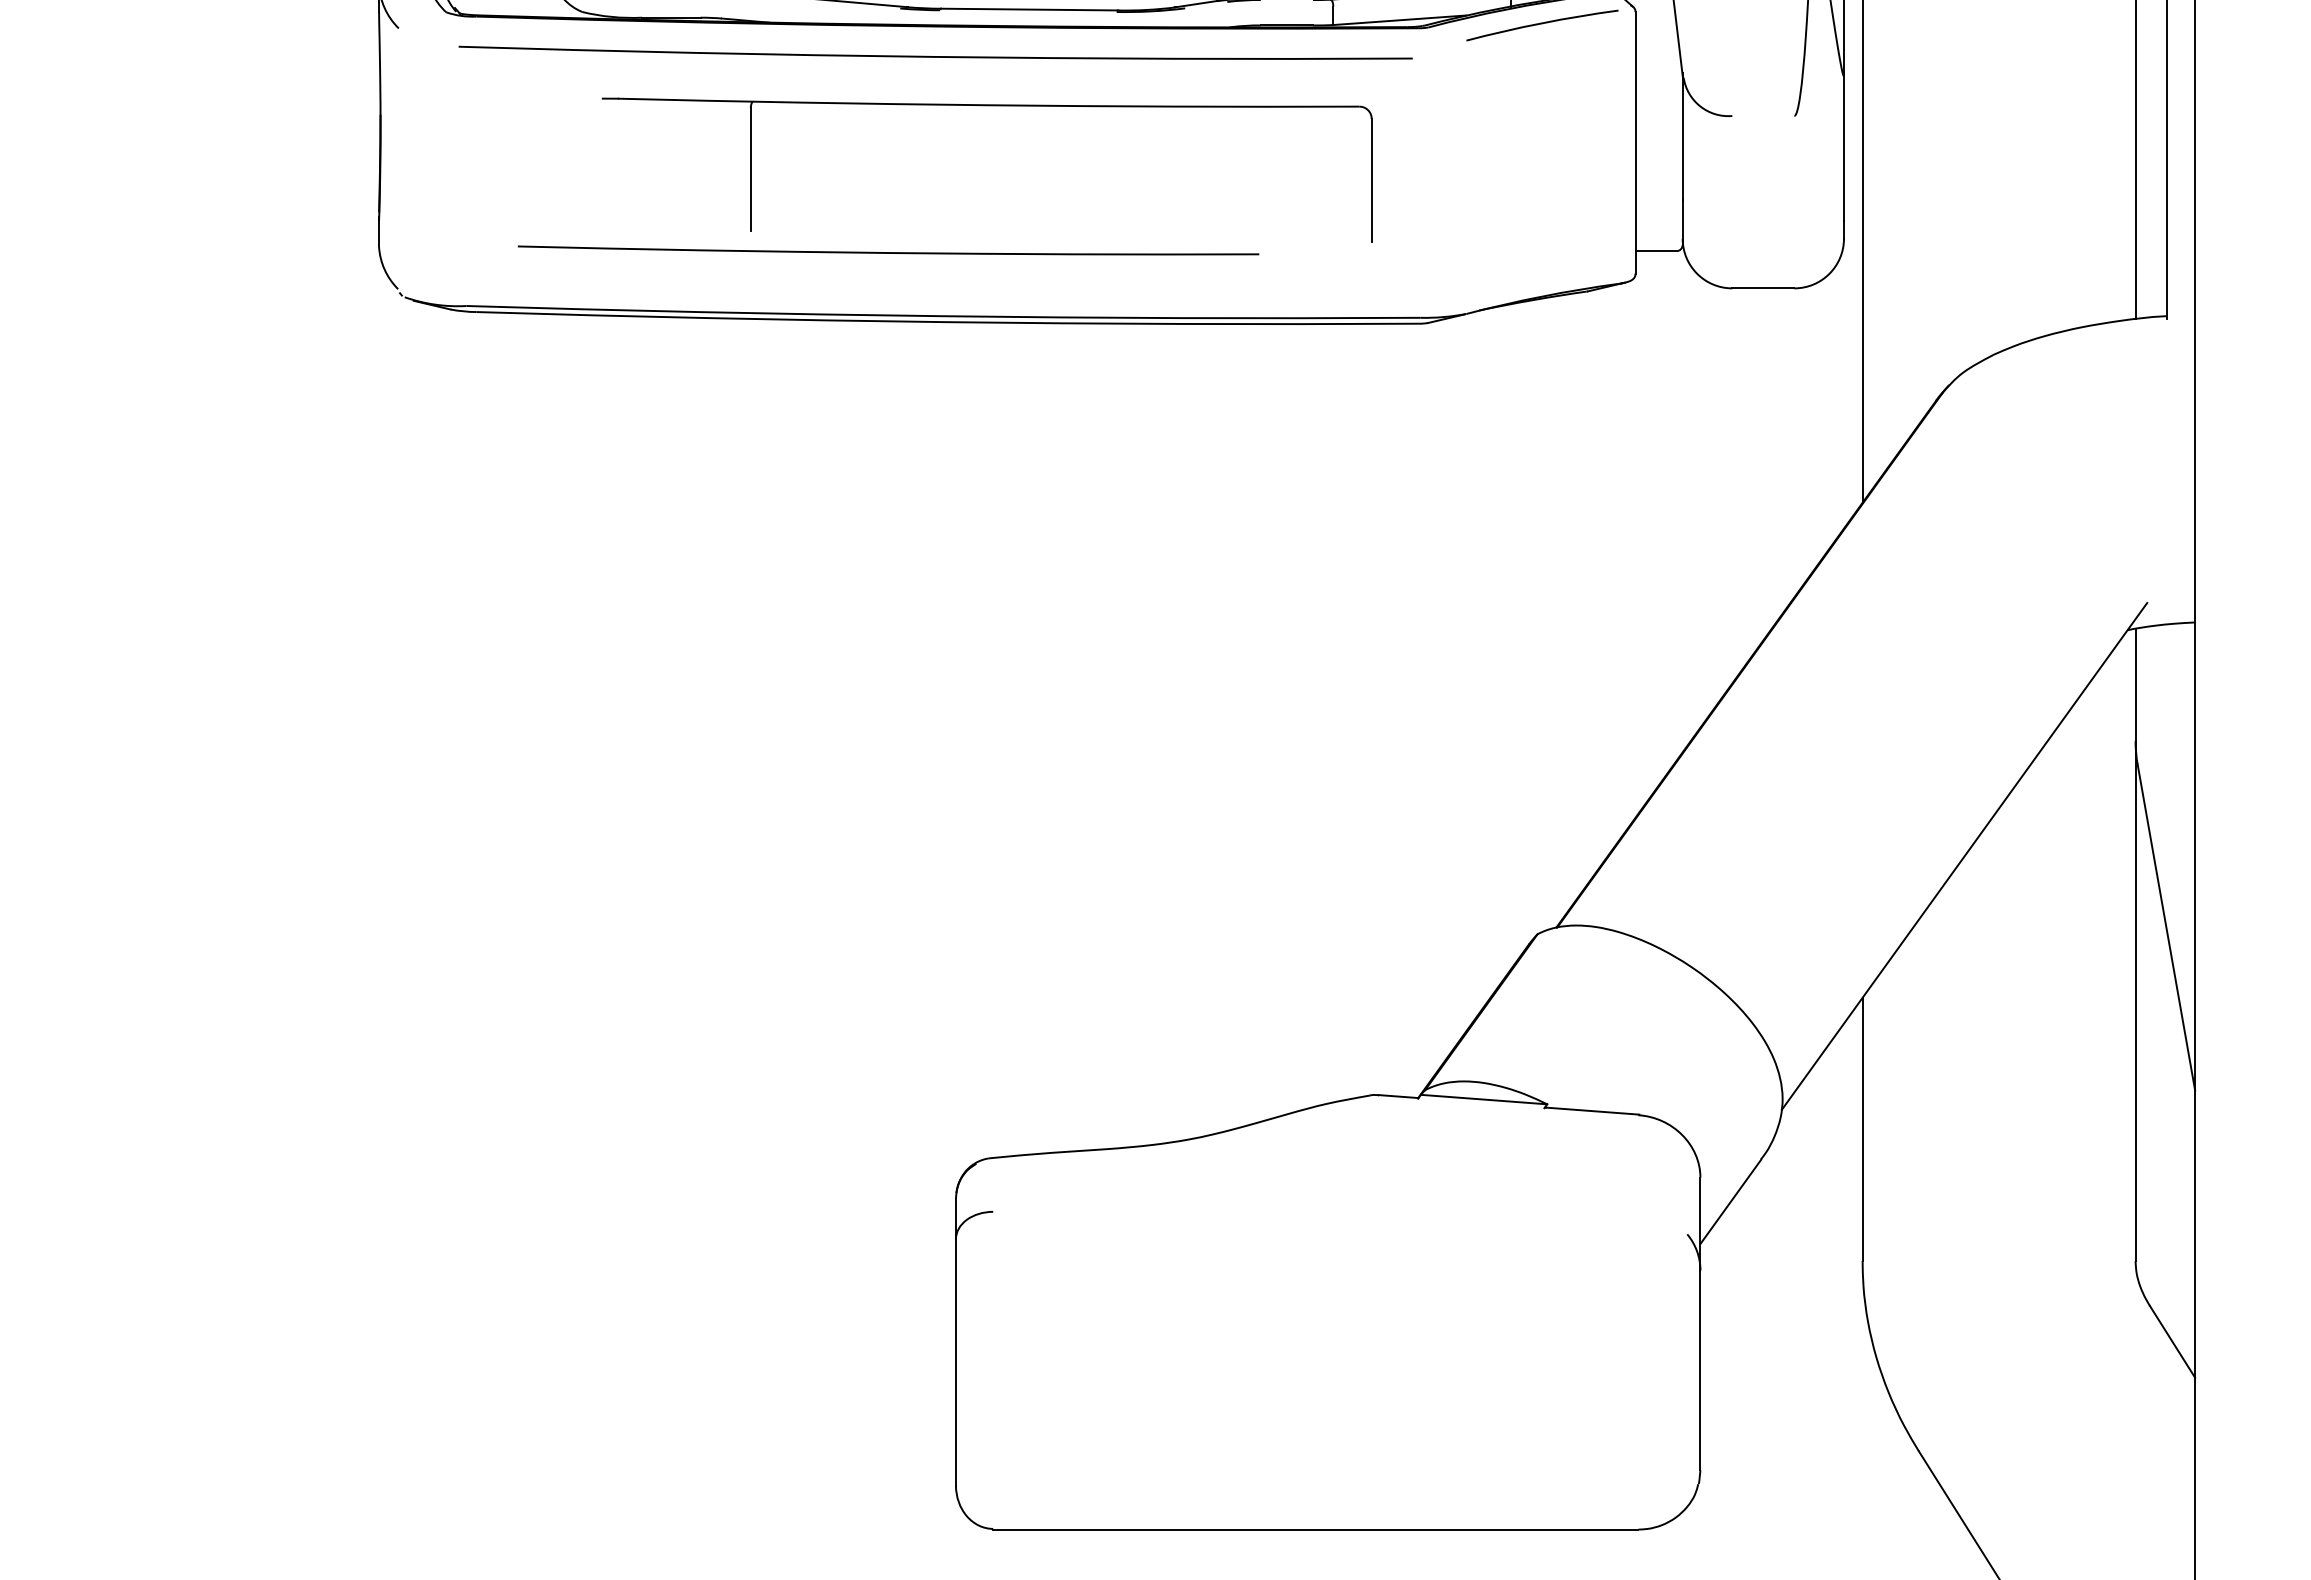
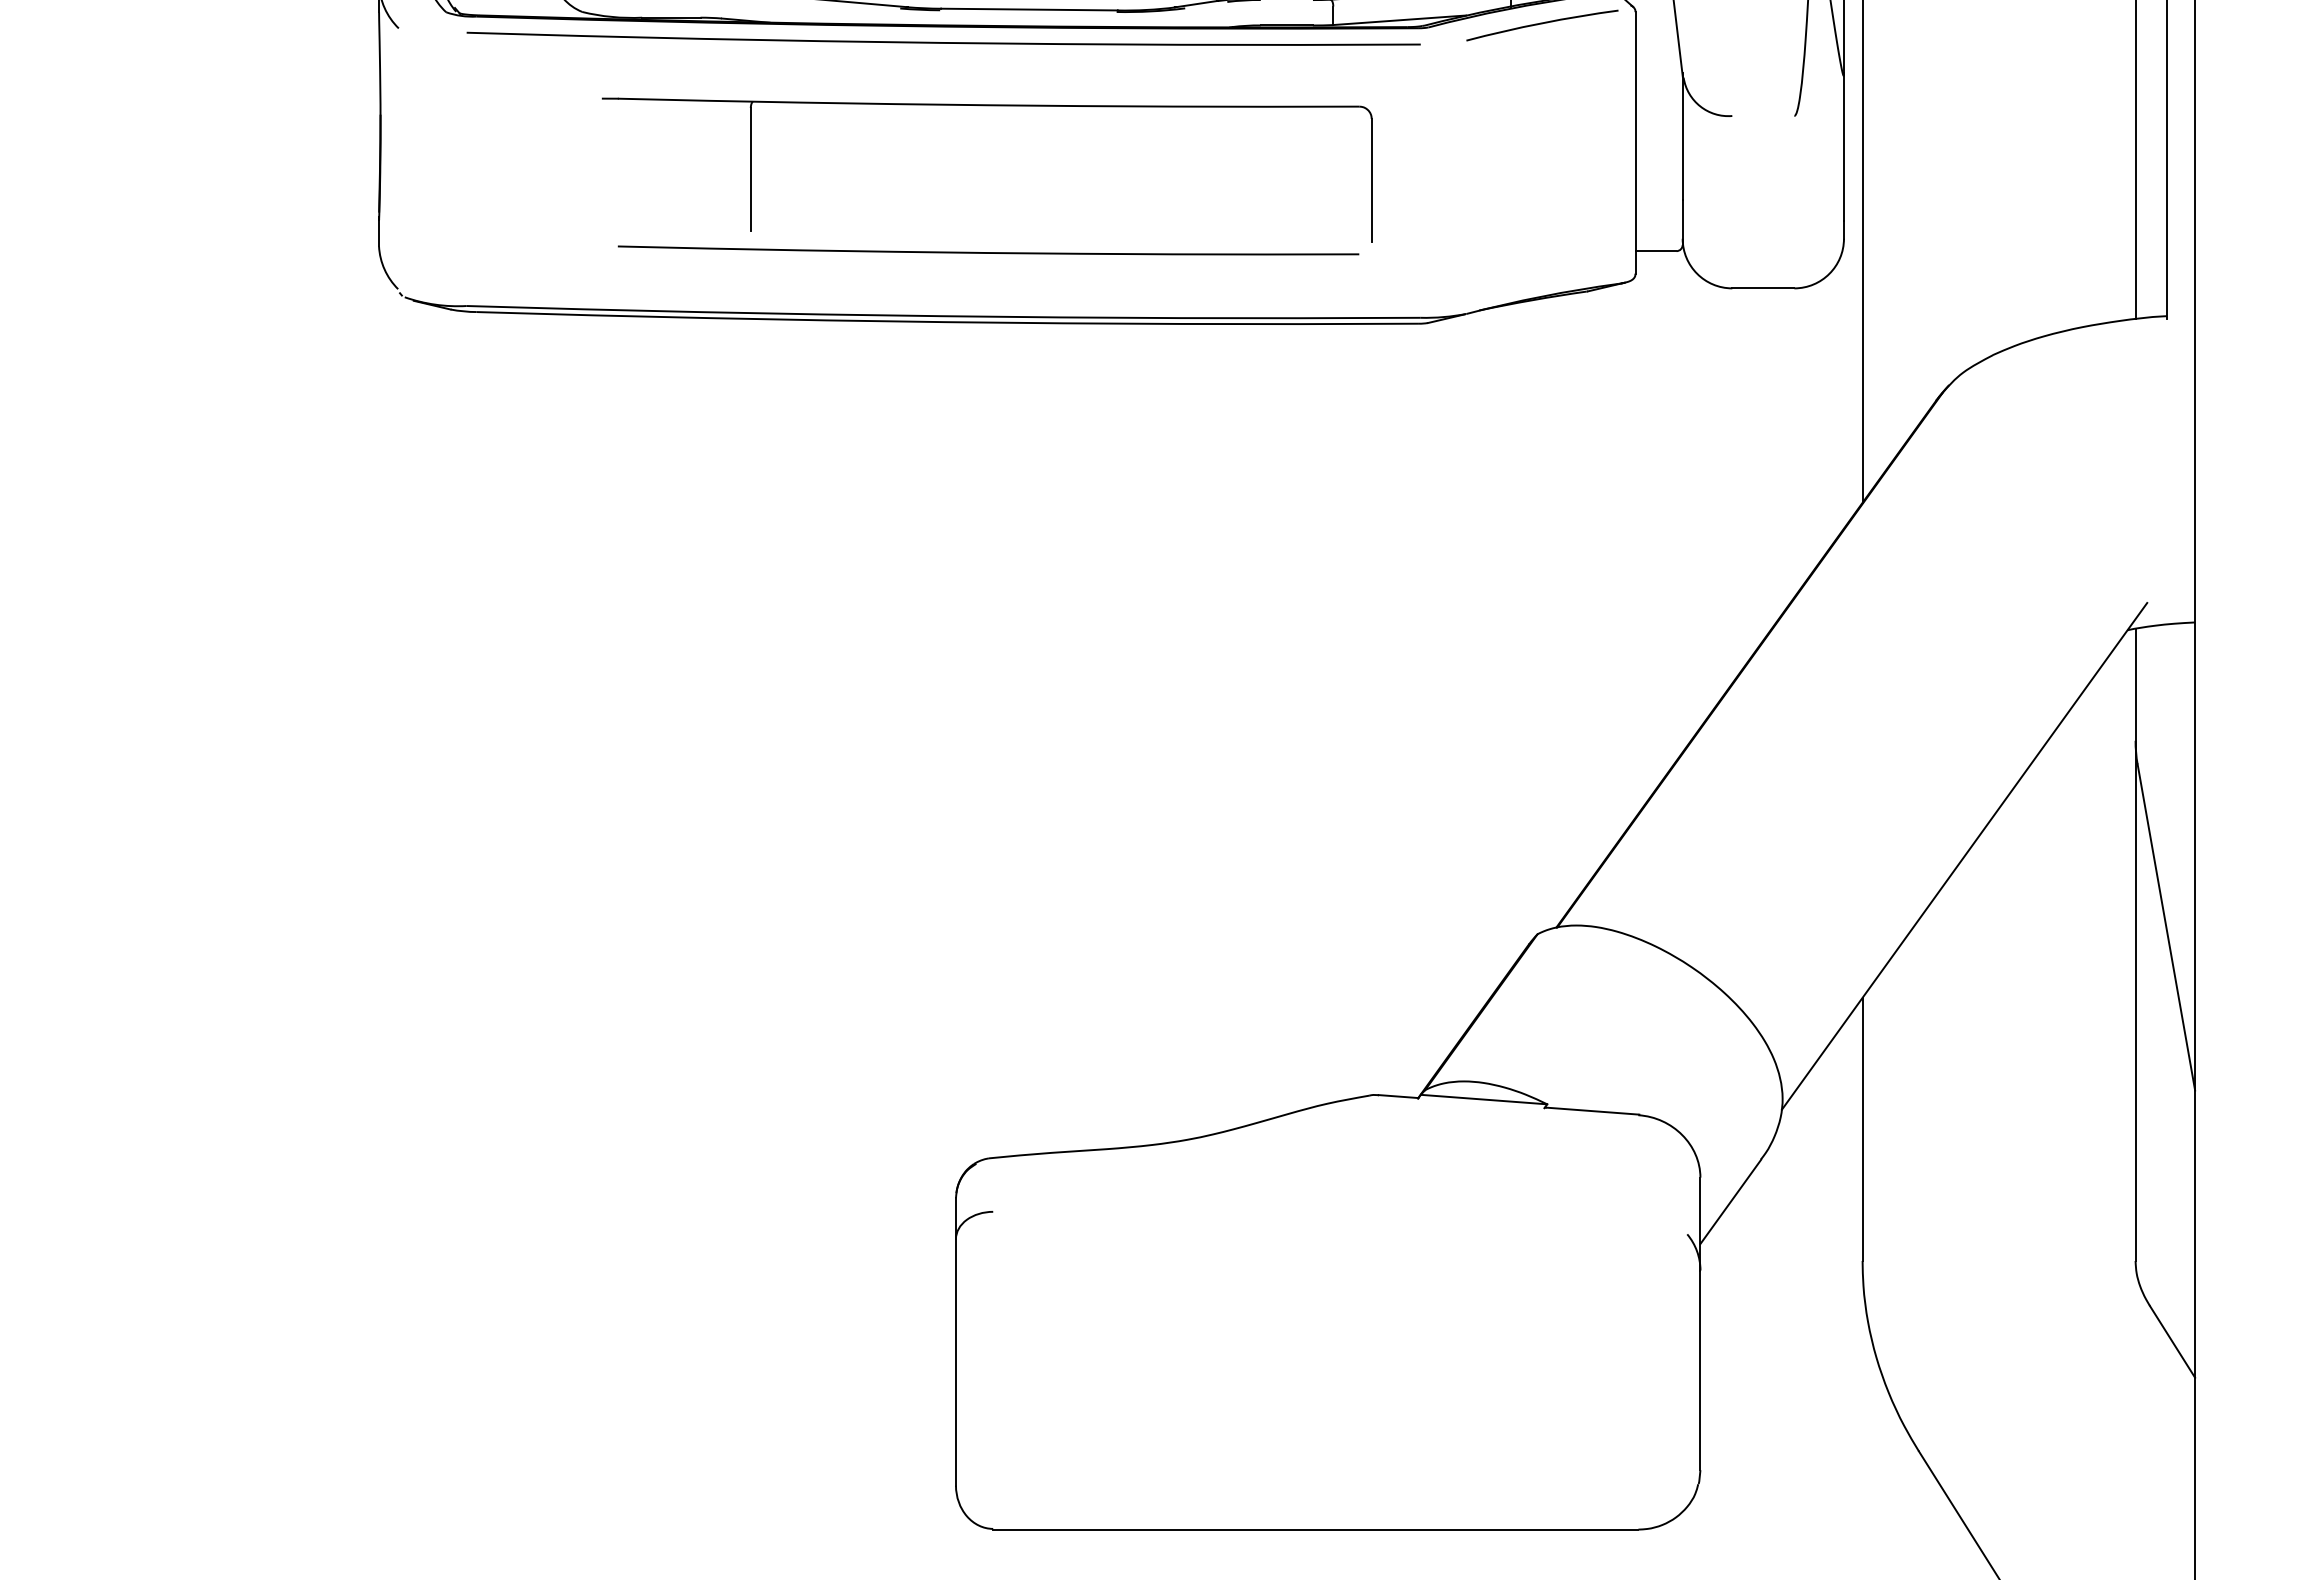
curve at (935, 56) position: (935, 56) -> (943, 42)
curve at (888, 252) position: (888, 252) -> (988, 252)
